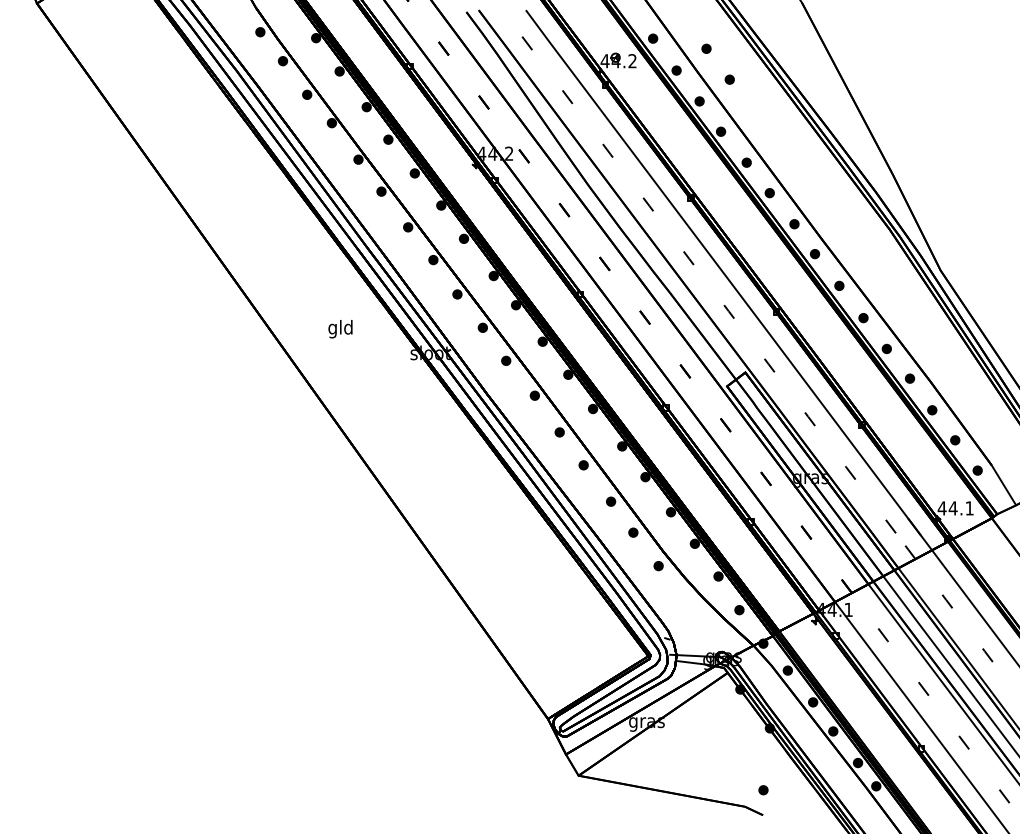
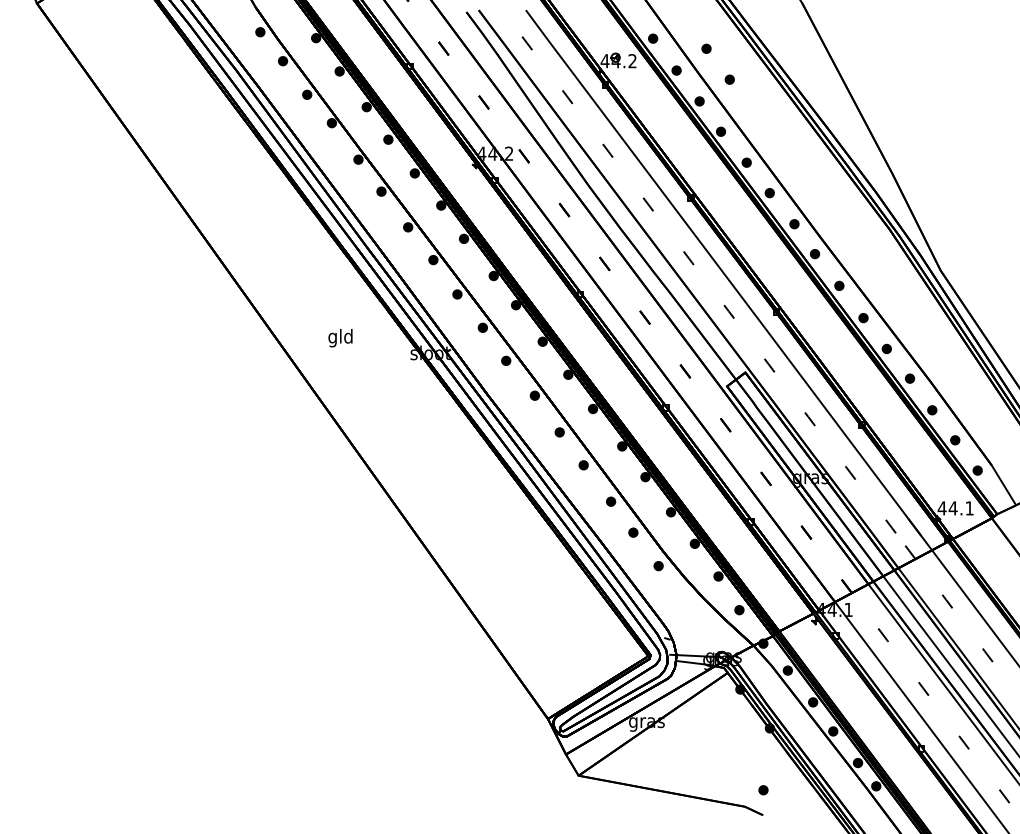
text at (340, 329) position: (340, 329) -> (340, 338)
